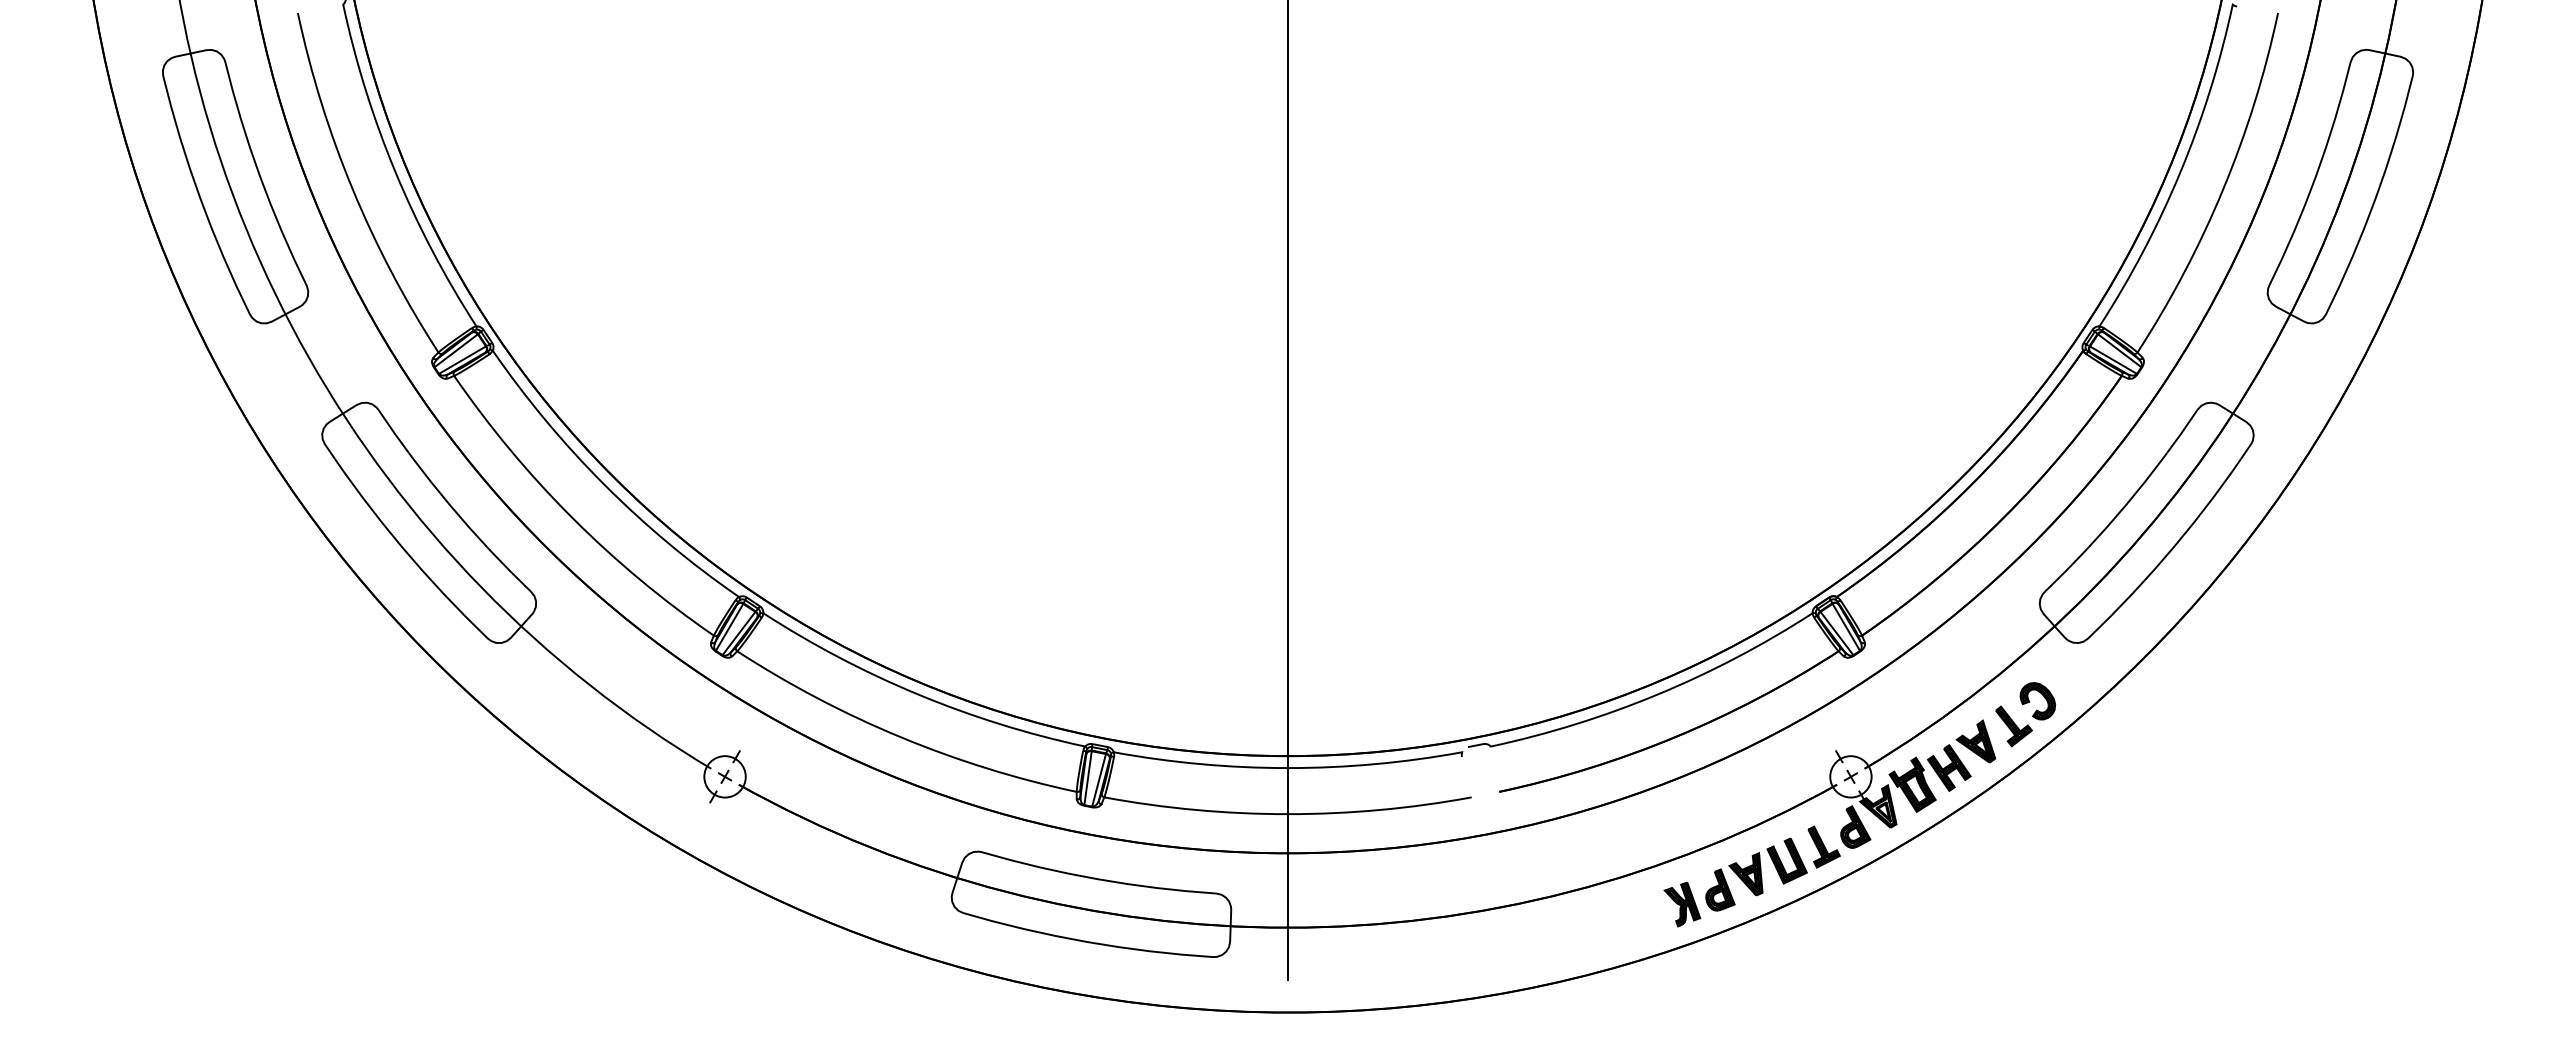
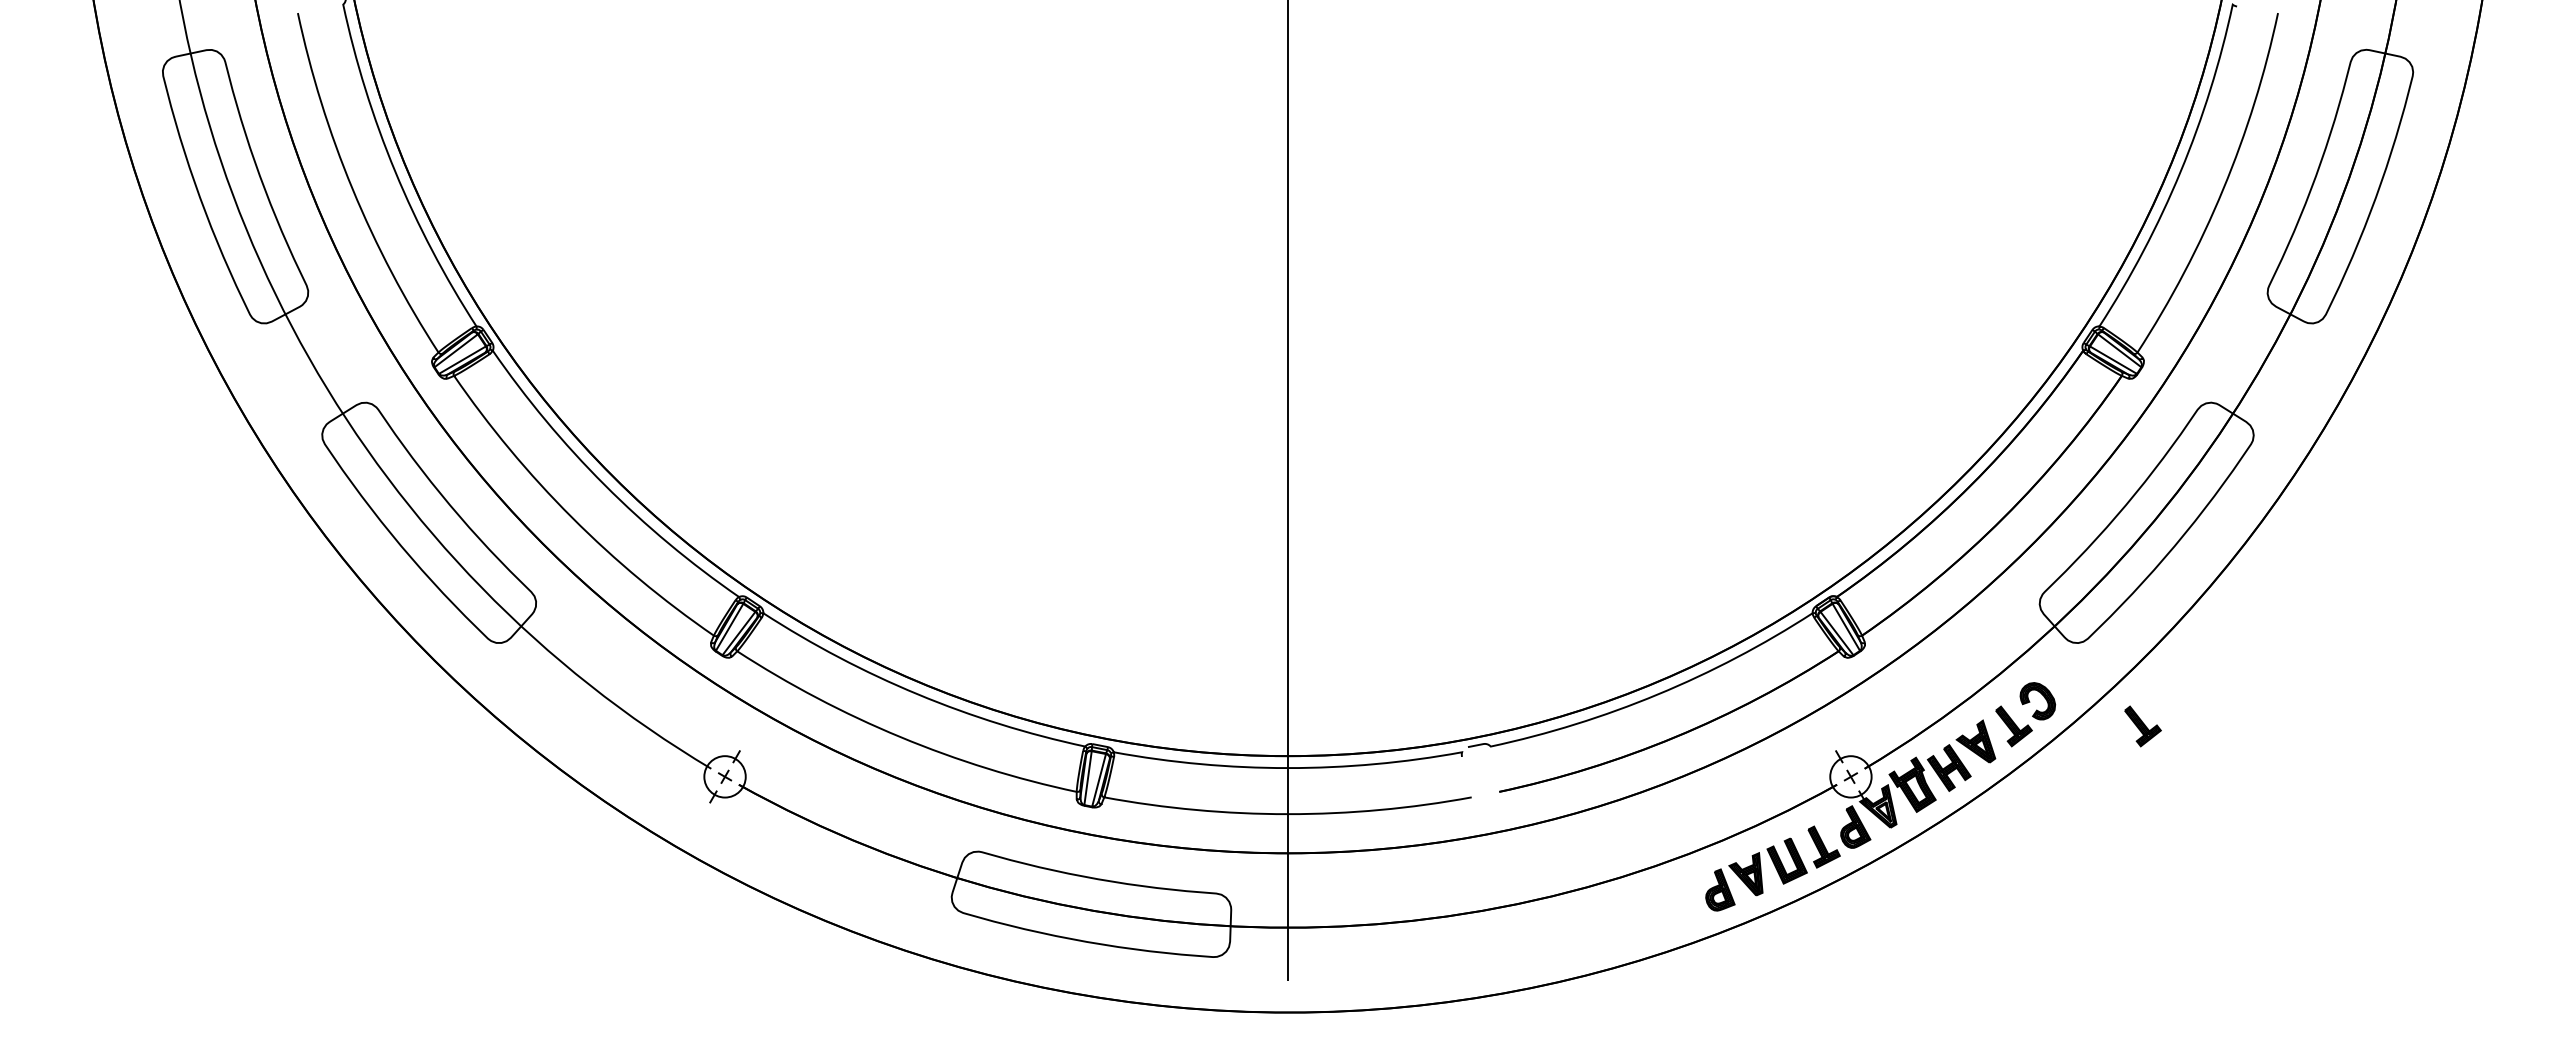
part at (2142, 726): none -> present
part at (1682, 904): present -> none
